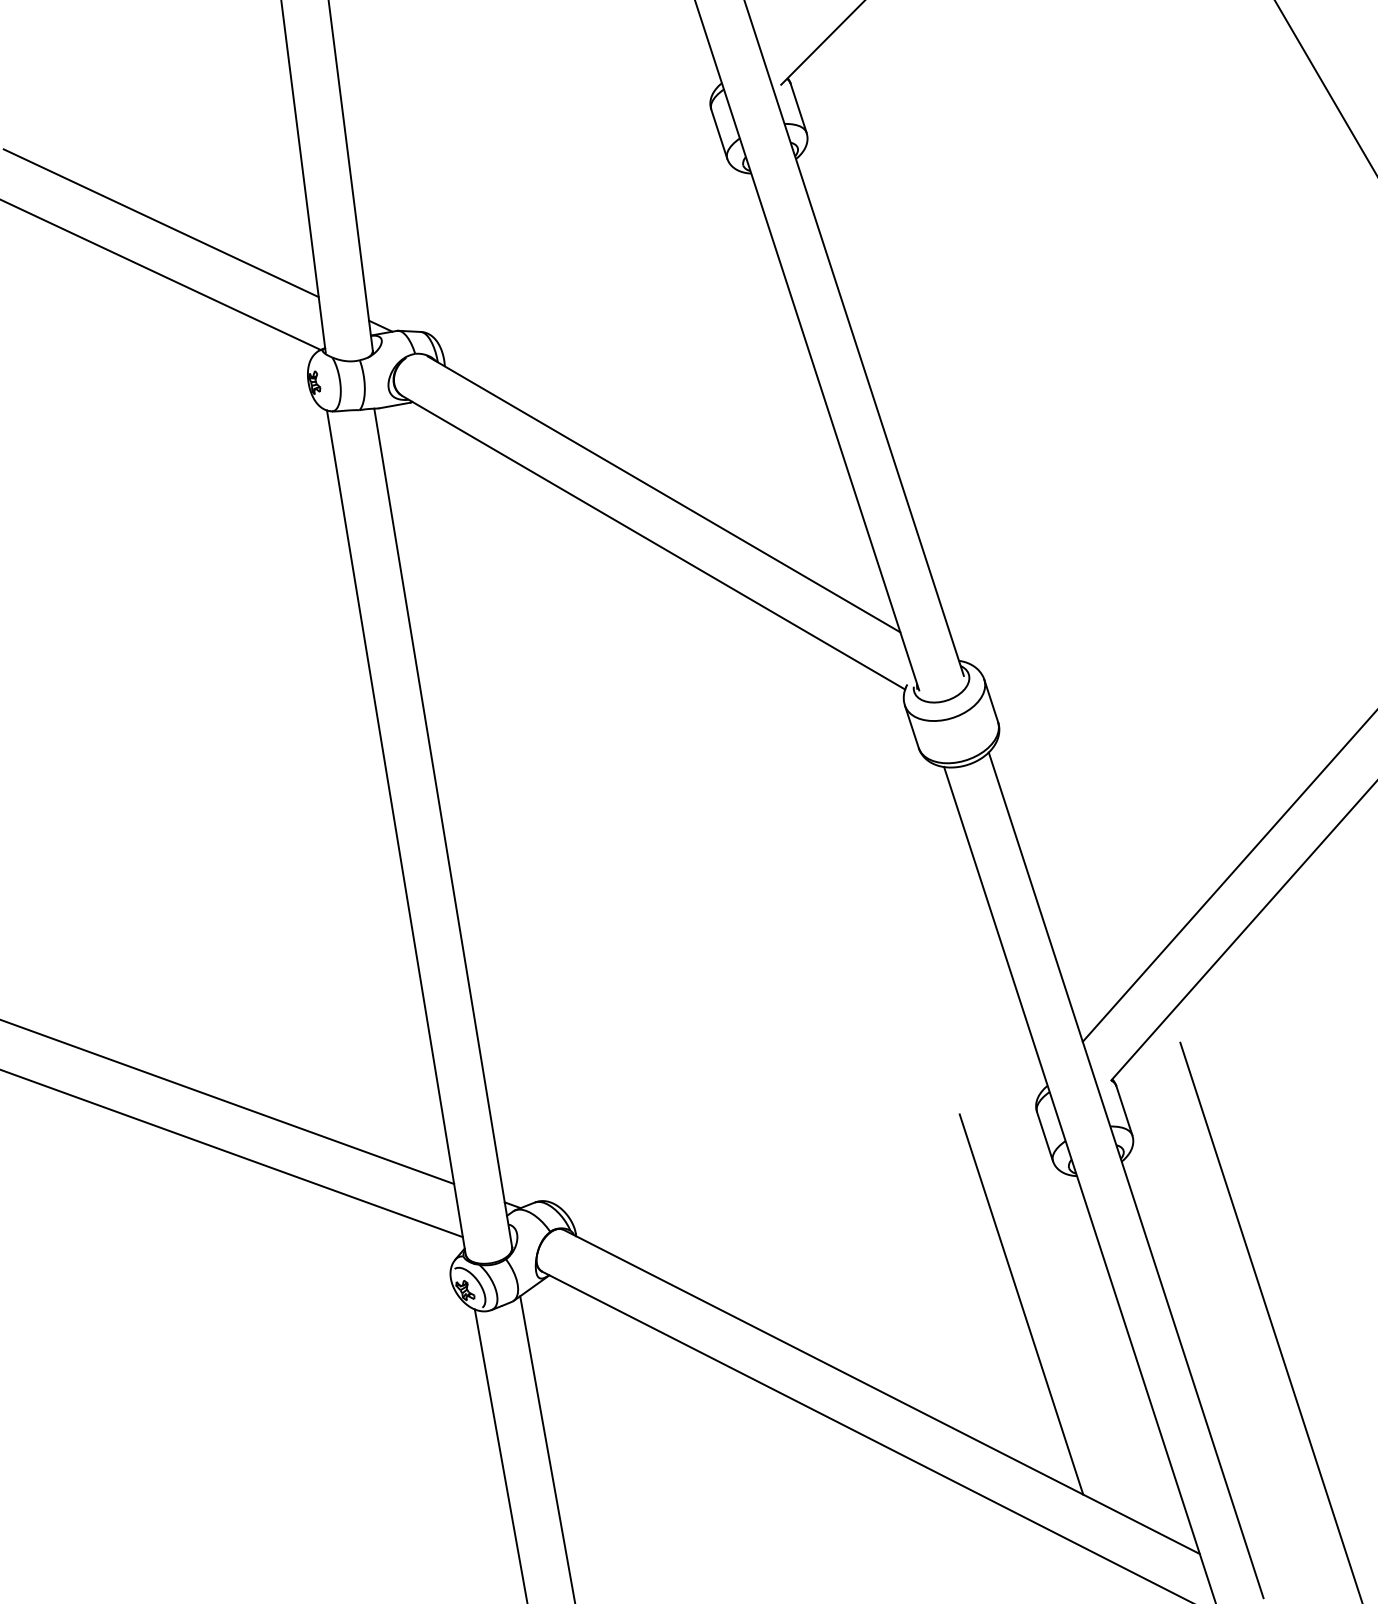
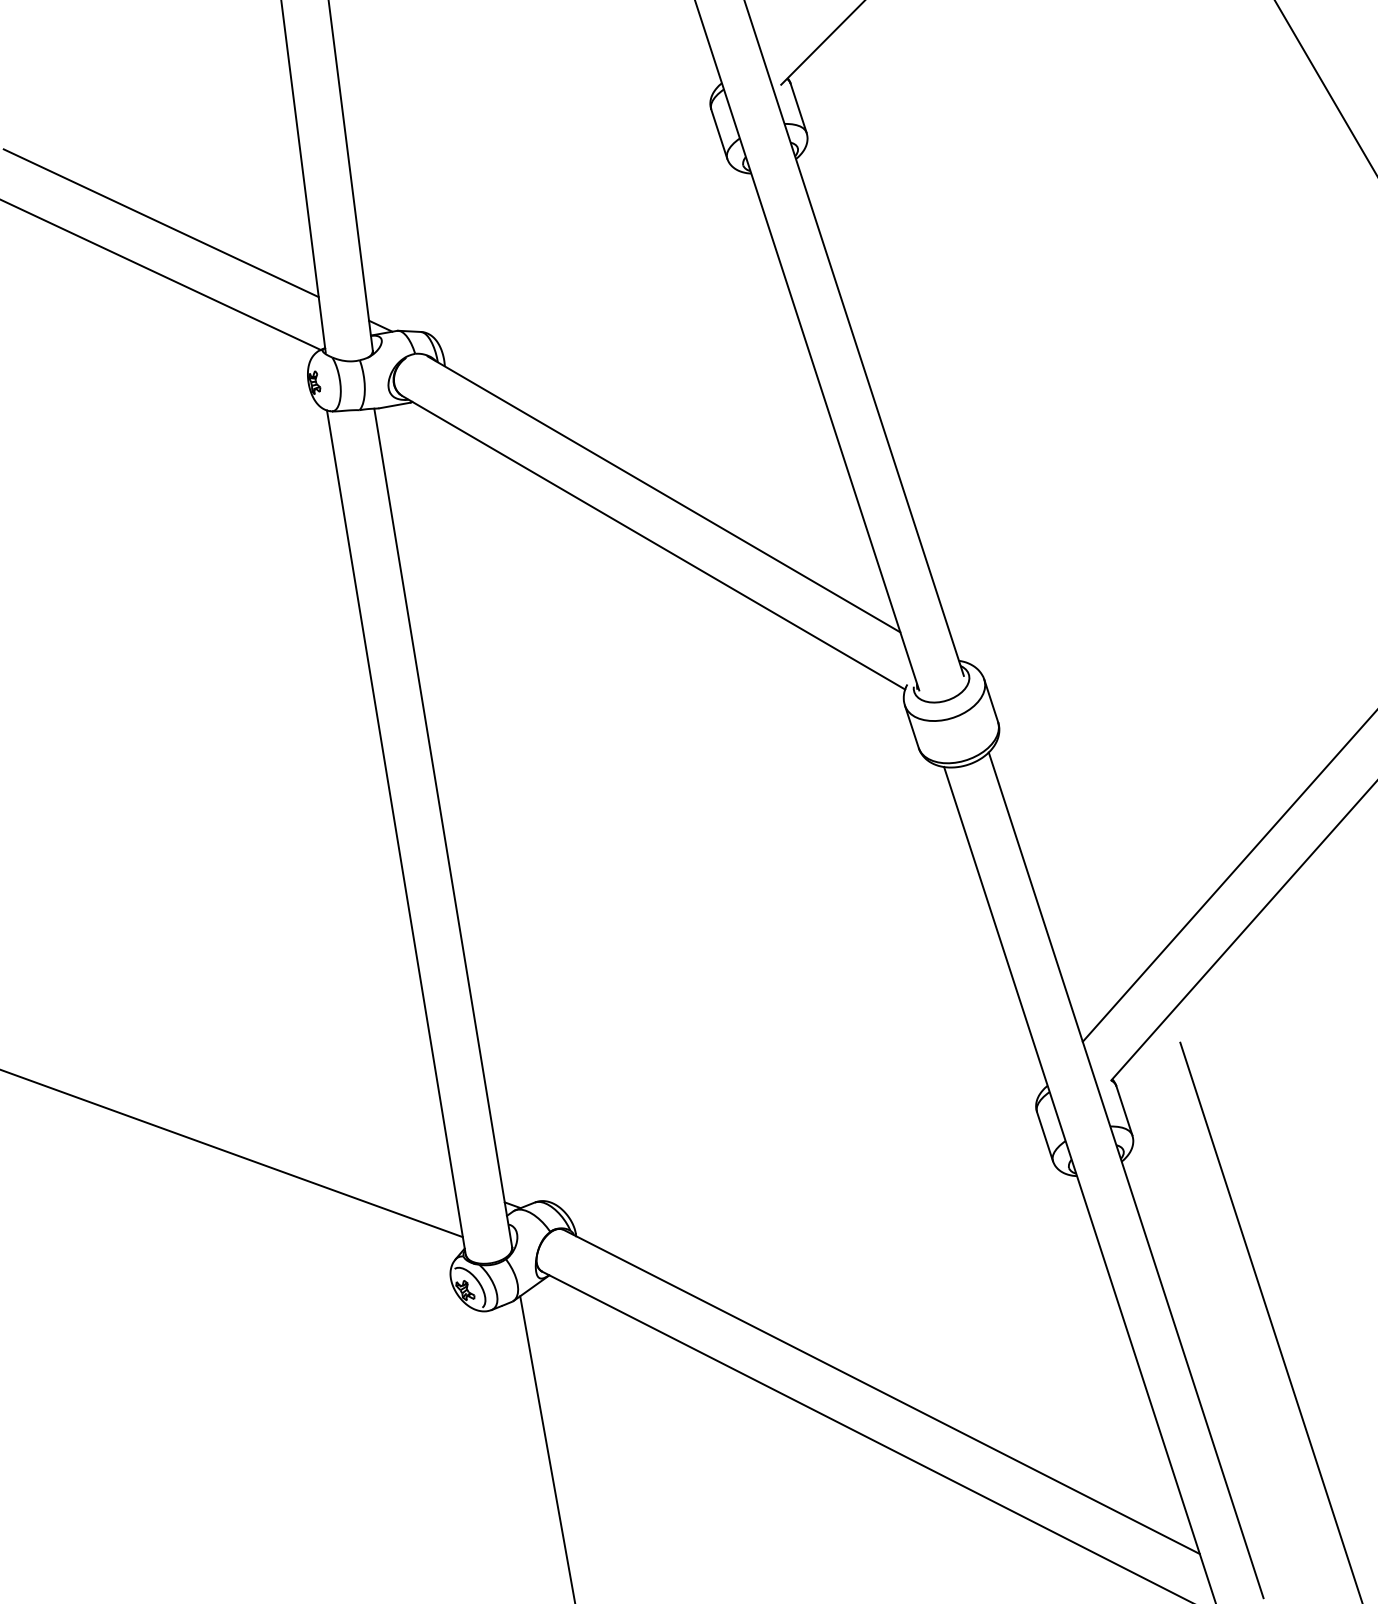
line at (228, 1102): present -> none
line at (1021, 1304): present -> none
line at (500, 1454): present -> none
